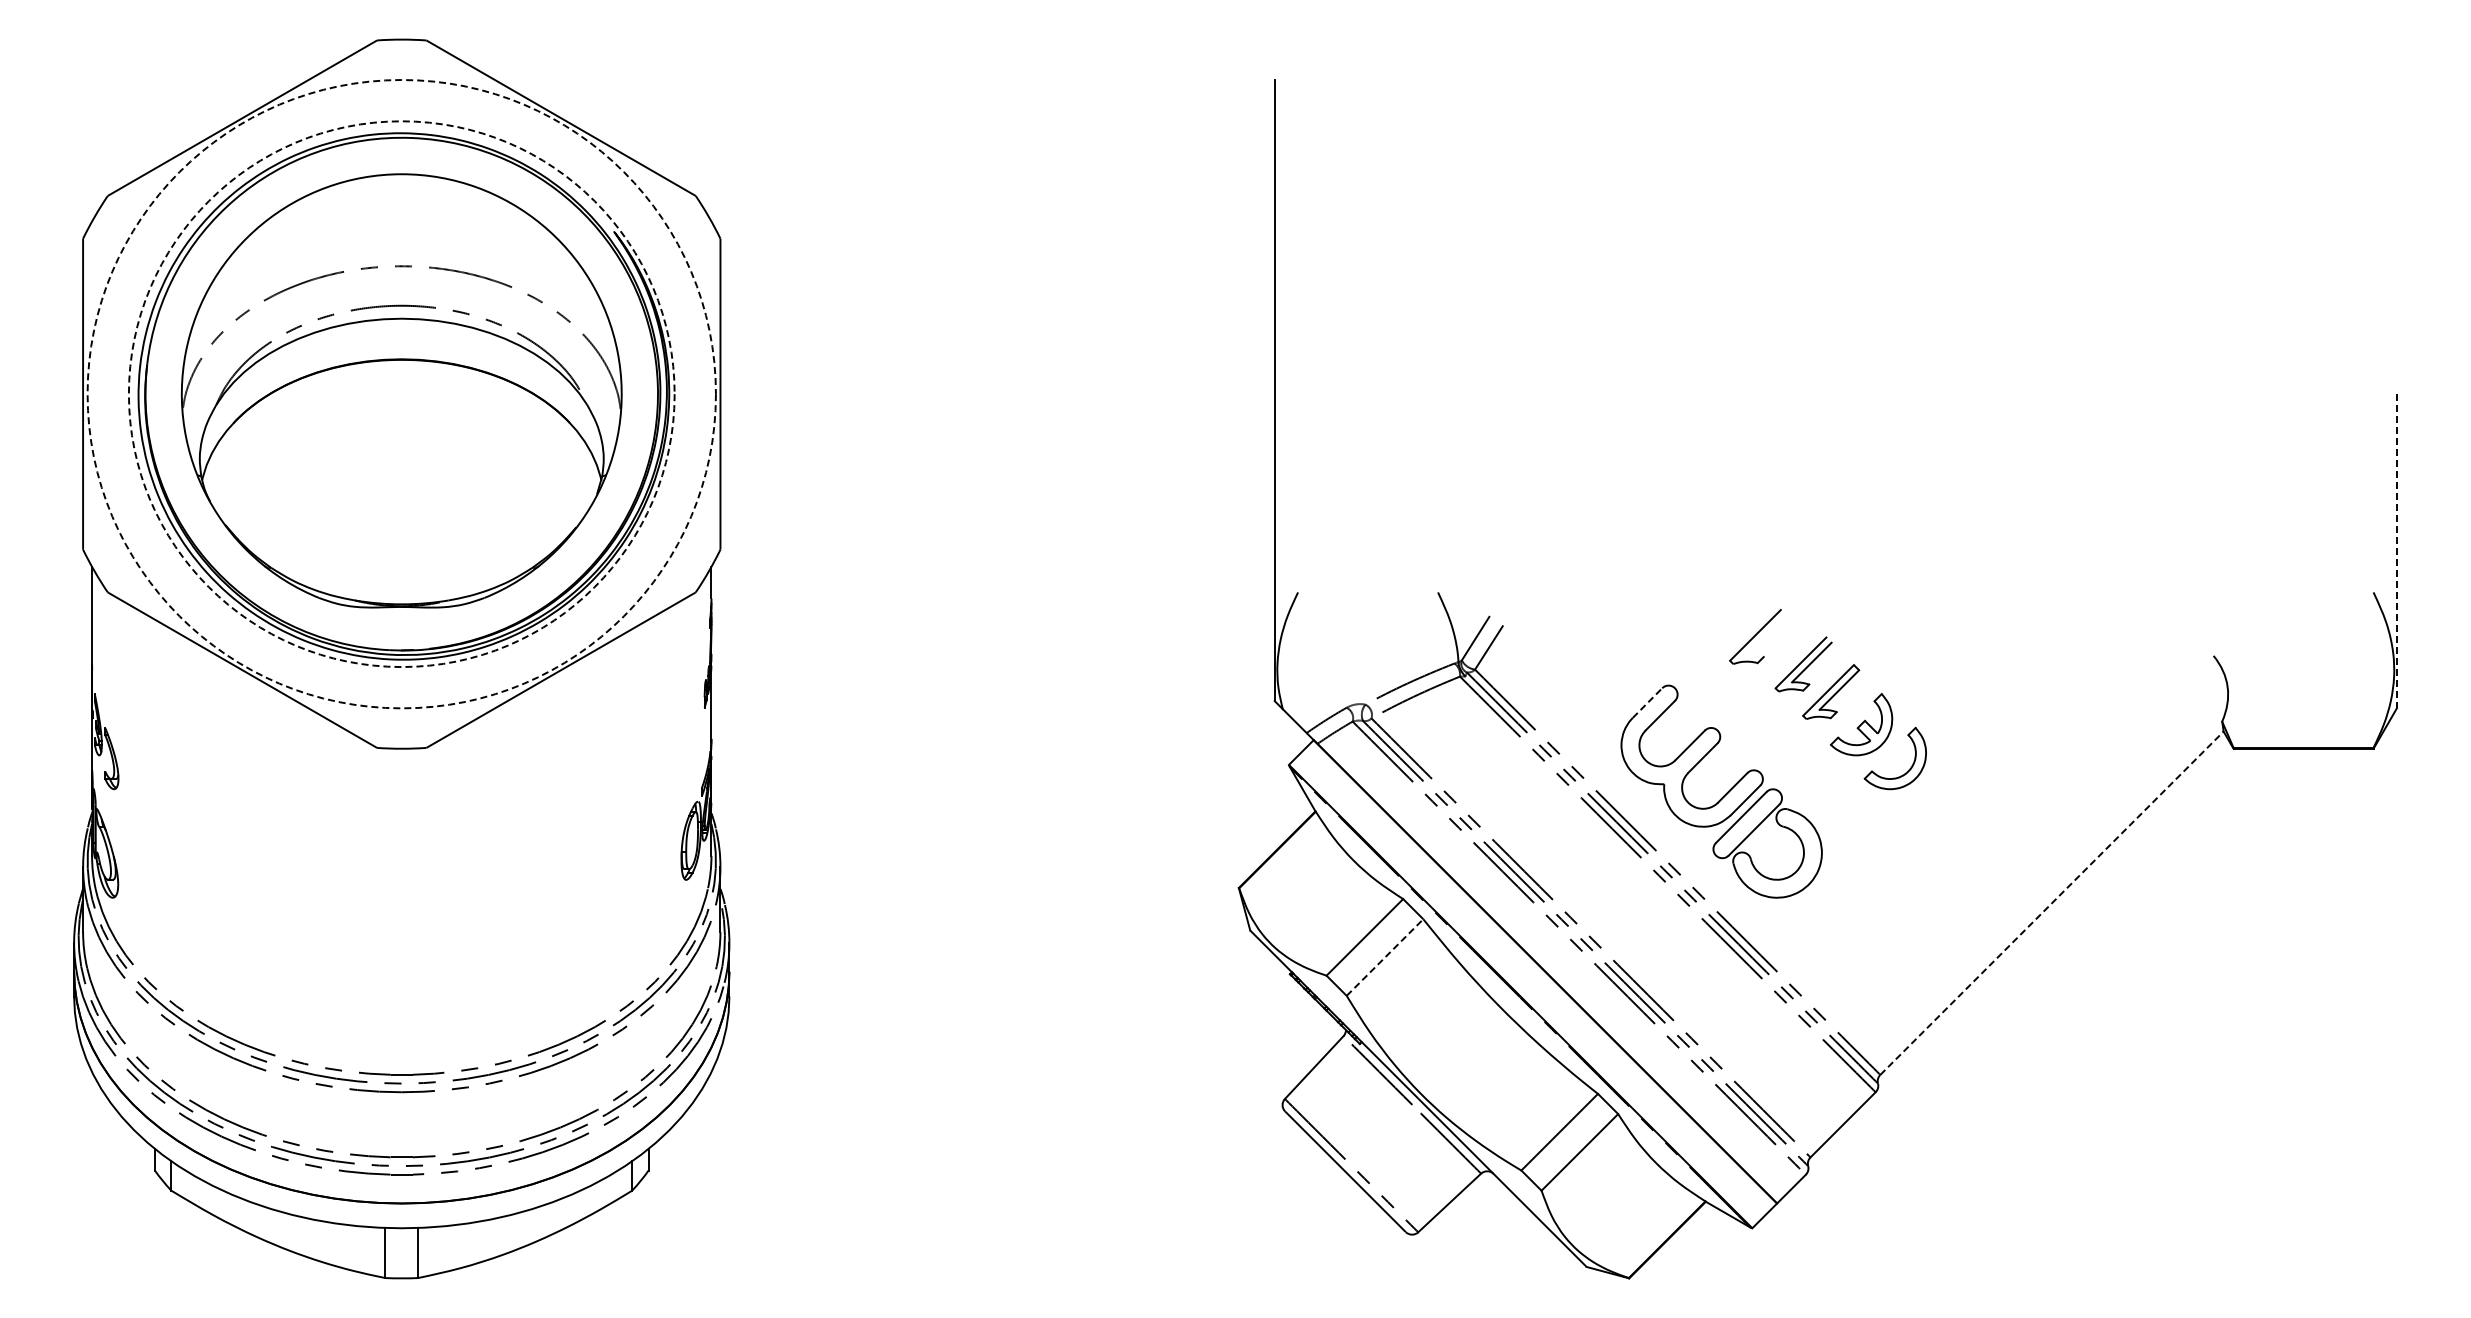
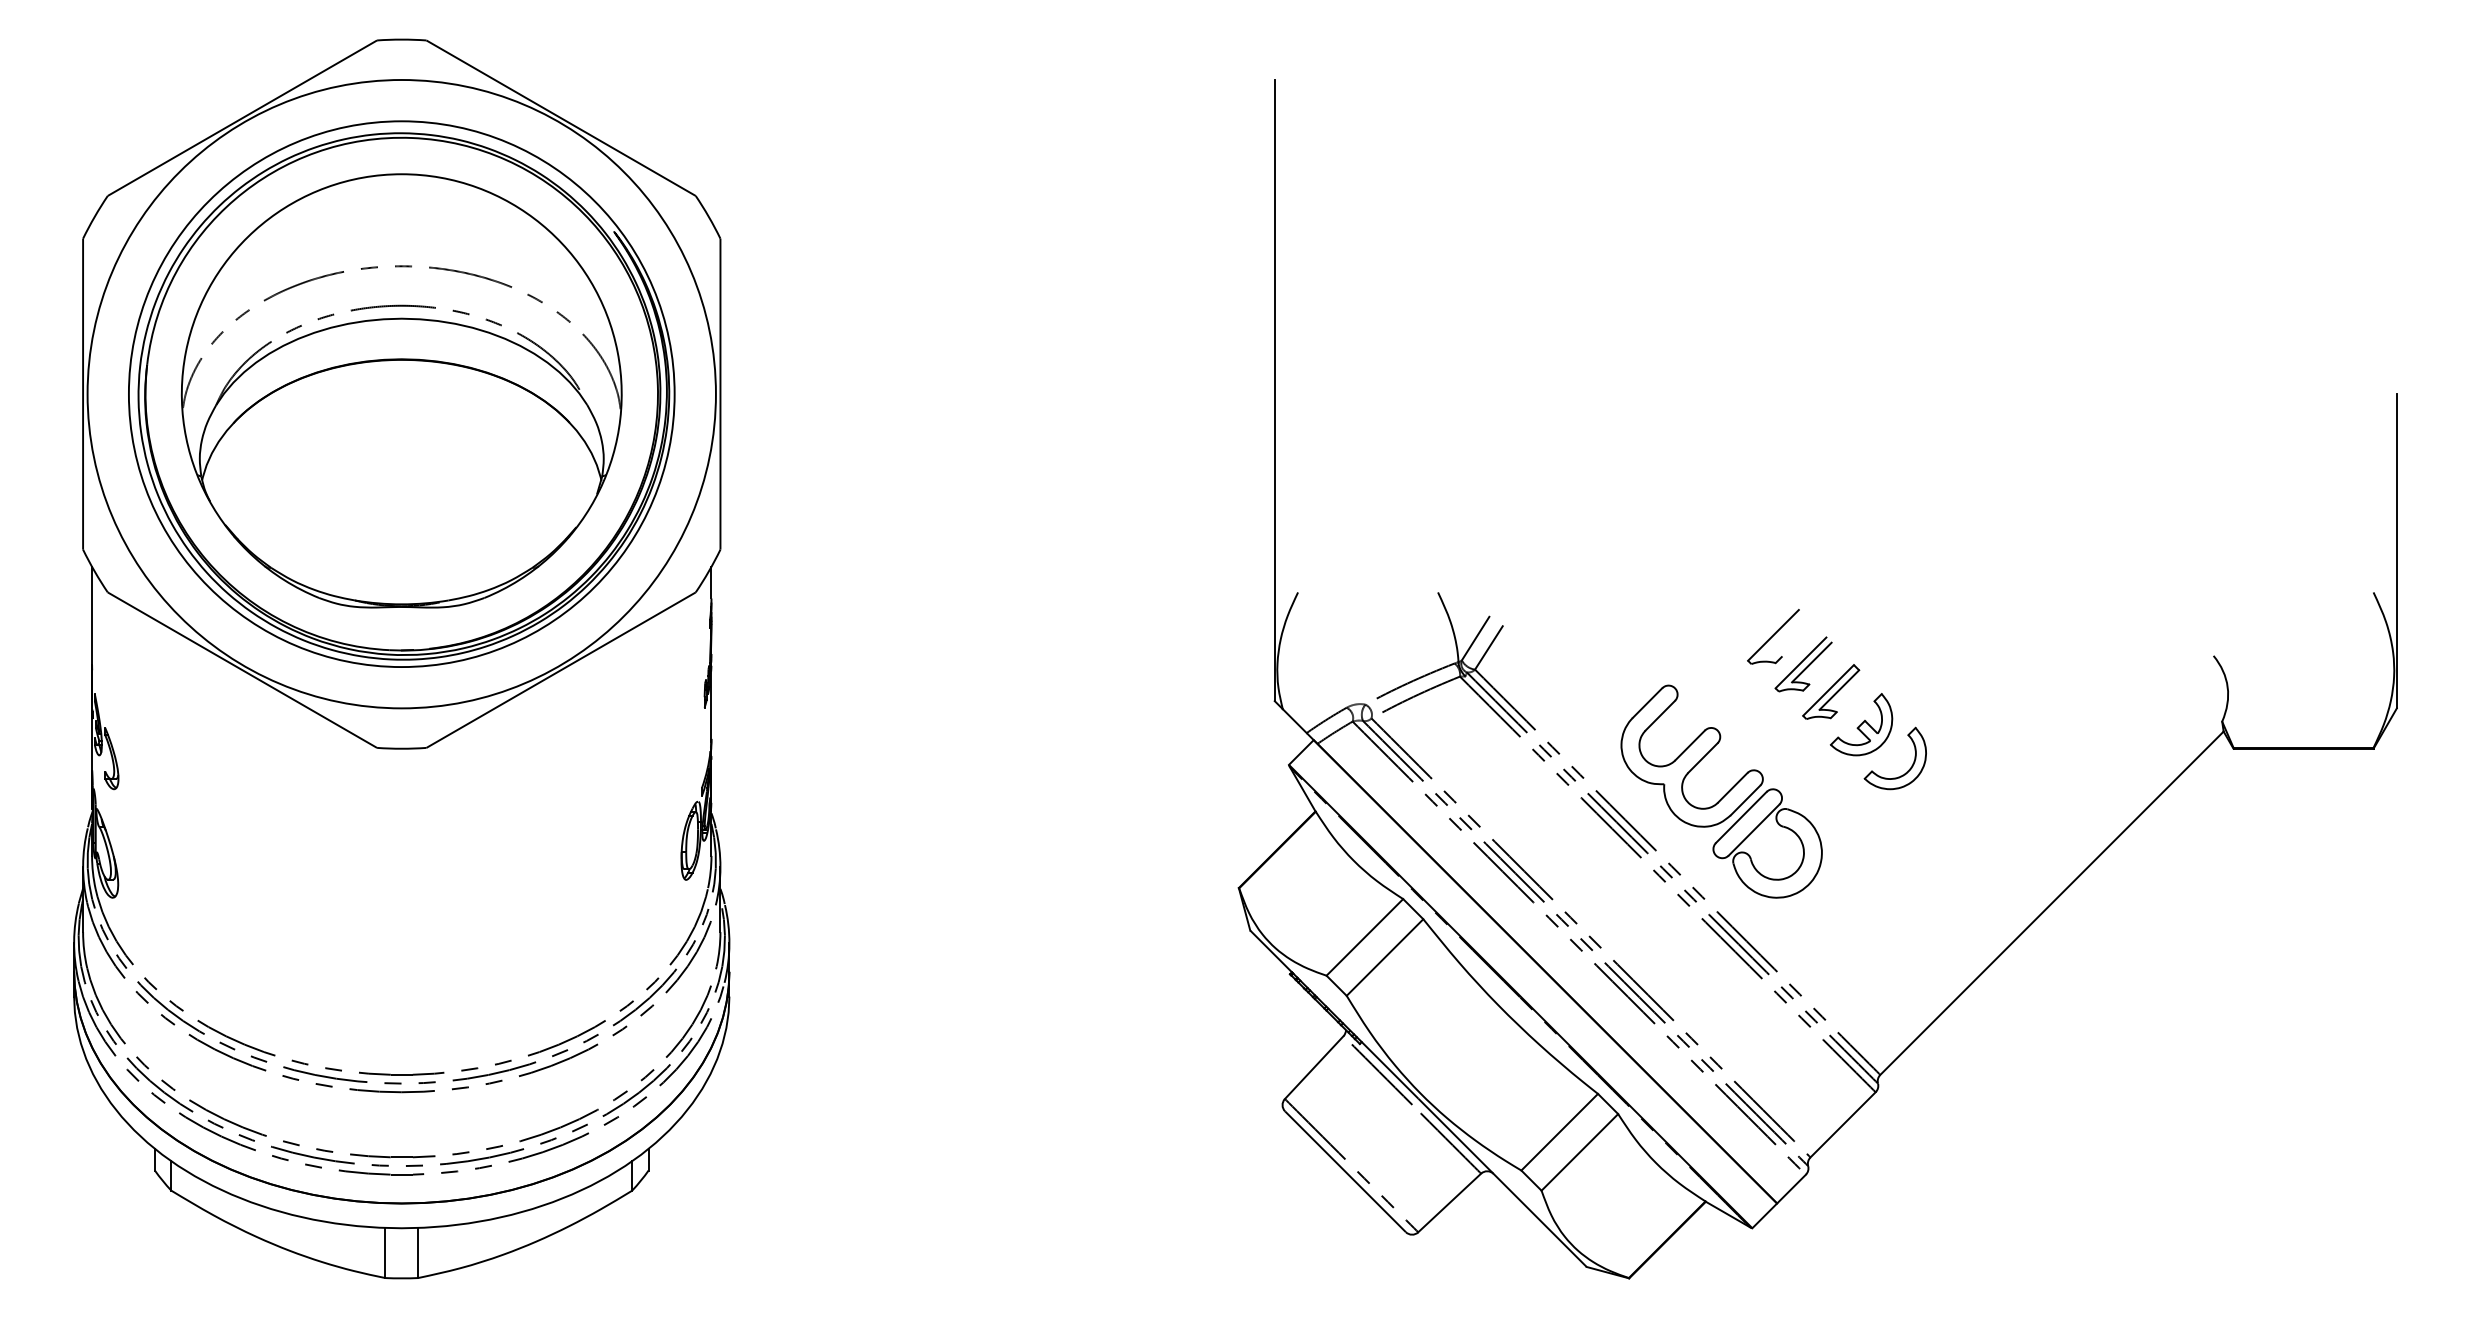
circle at (401, 394): dashed -> solid
circle at (401, 394): dashed -> solid
line at (2396, 551): dashed -> solid
part at (1755, 636) position: (1755, 636) -> (1773, 636)
line at (1647, 703): dashed -> solid
line at (2052, 903): dashed -> solid
line at (1385, 957): dashed -> solid
